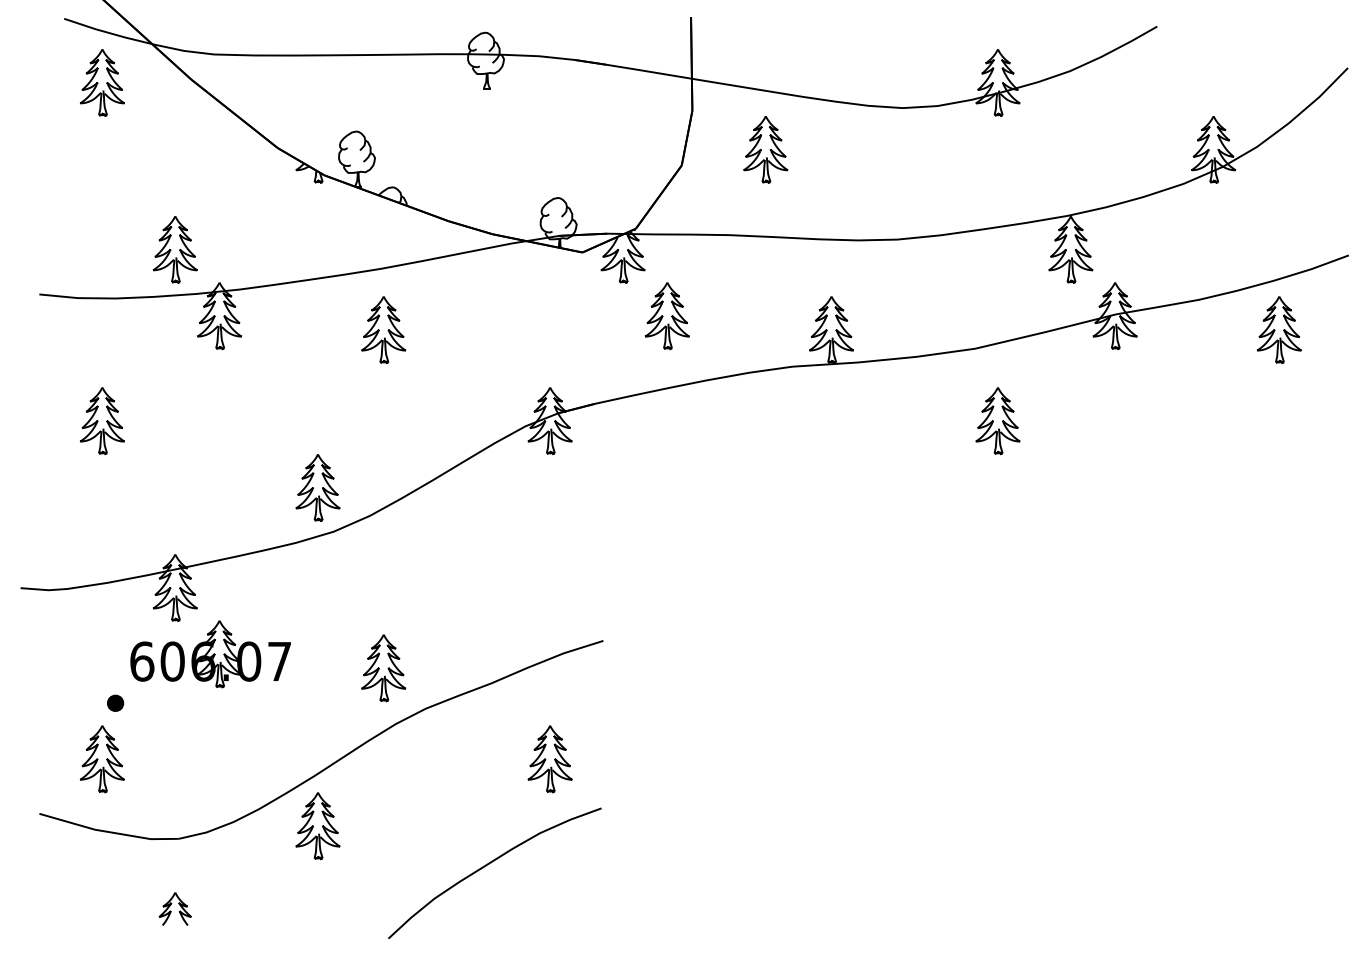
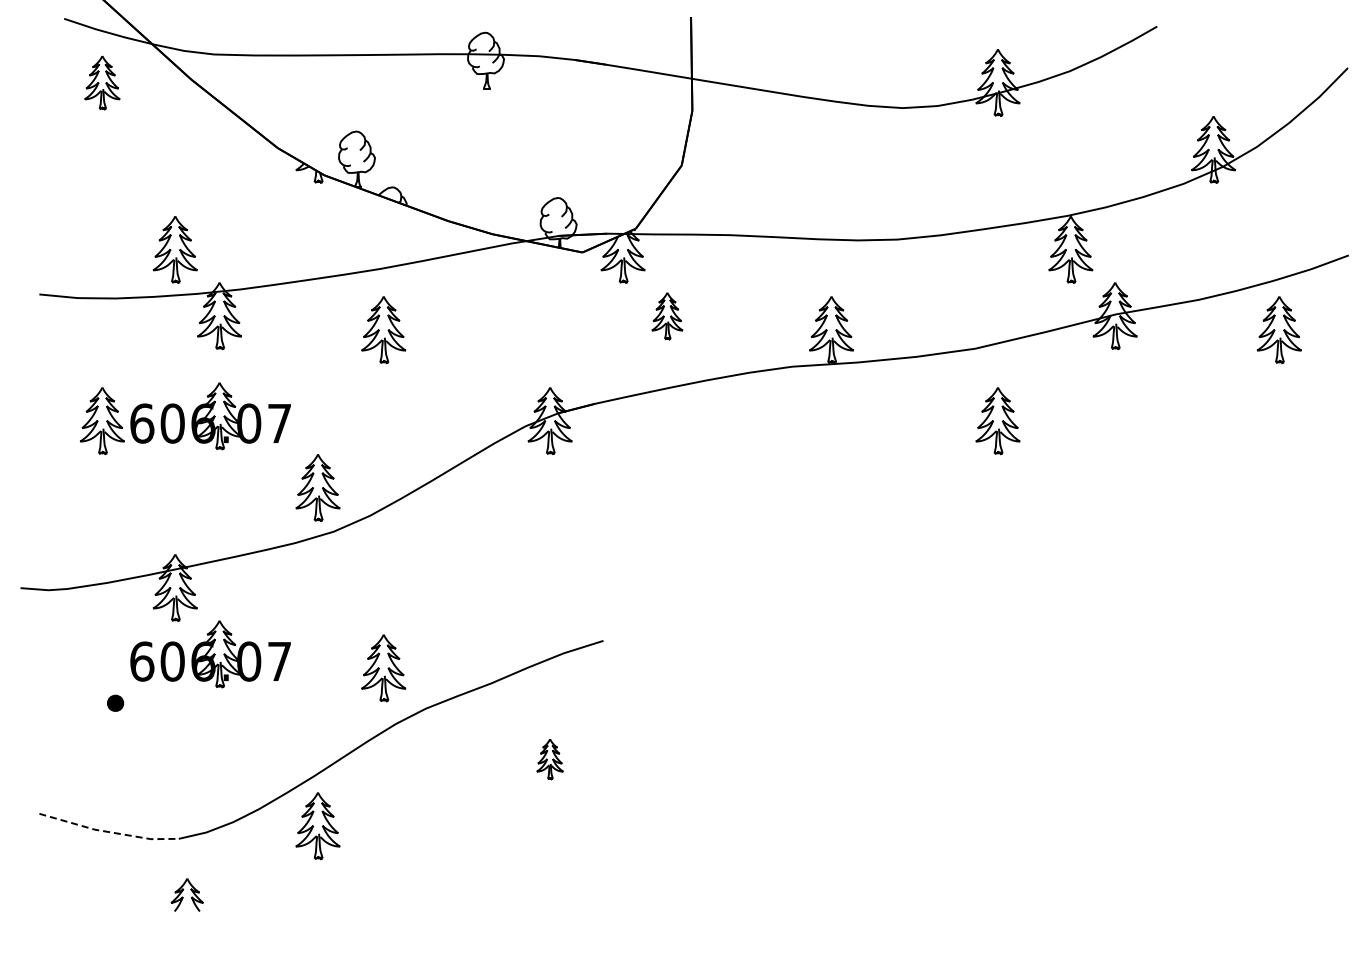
part at (102, 82) size: 45x68 px -> 37x56 px
part at (765, 149): present -> none
part at (667, 316) size: 45x69 px -> 33x49 px
part at (210, 416): none -> present
part at (102, 759): present -> none
part at (549, 759) size: 46x69 px -> 28x42 px
line at (108, 832): solid -> dashed
curve at (489, 864): present -> none
part at (174, 908) position: (174, 908) -> (186, 894)
